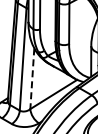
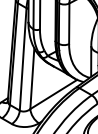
line at (32, 79): dashed -> solid
